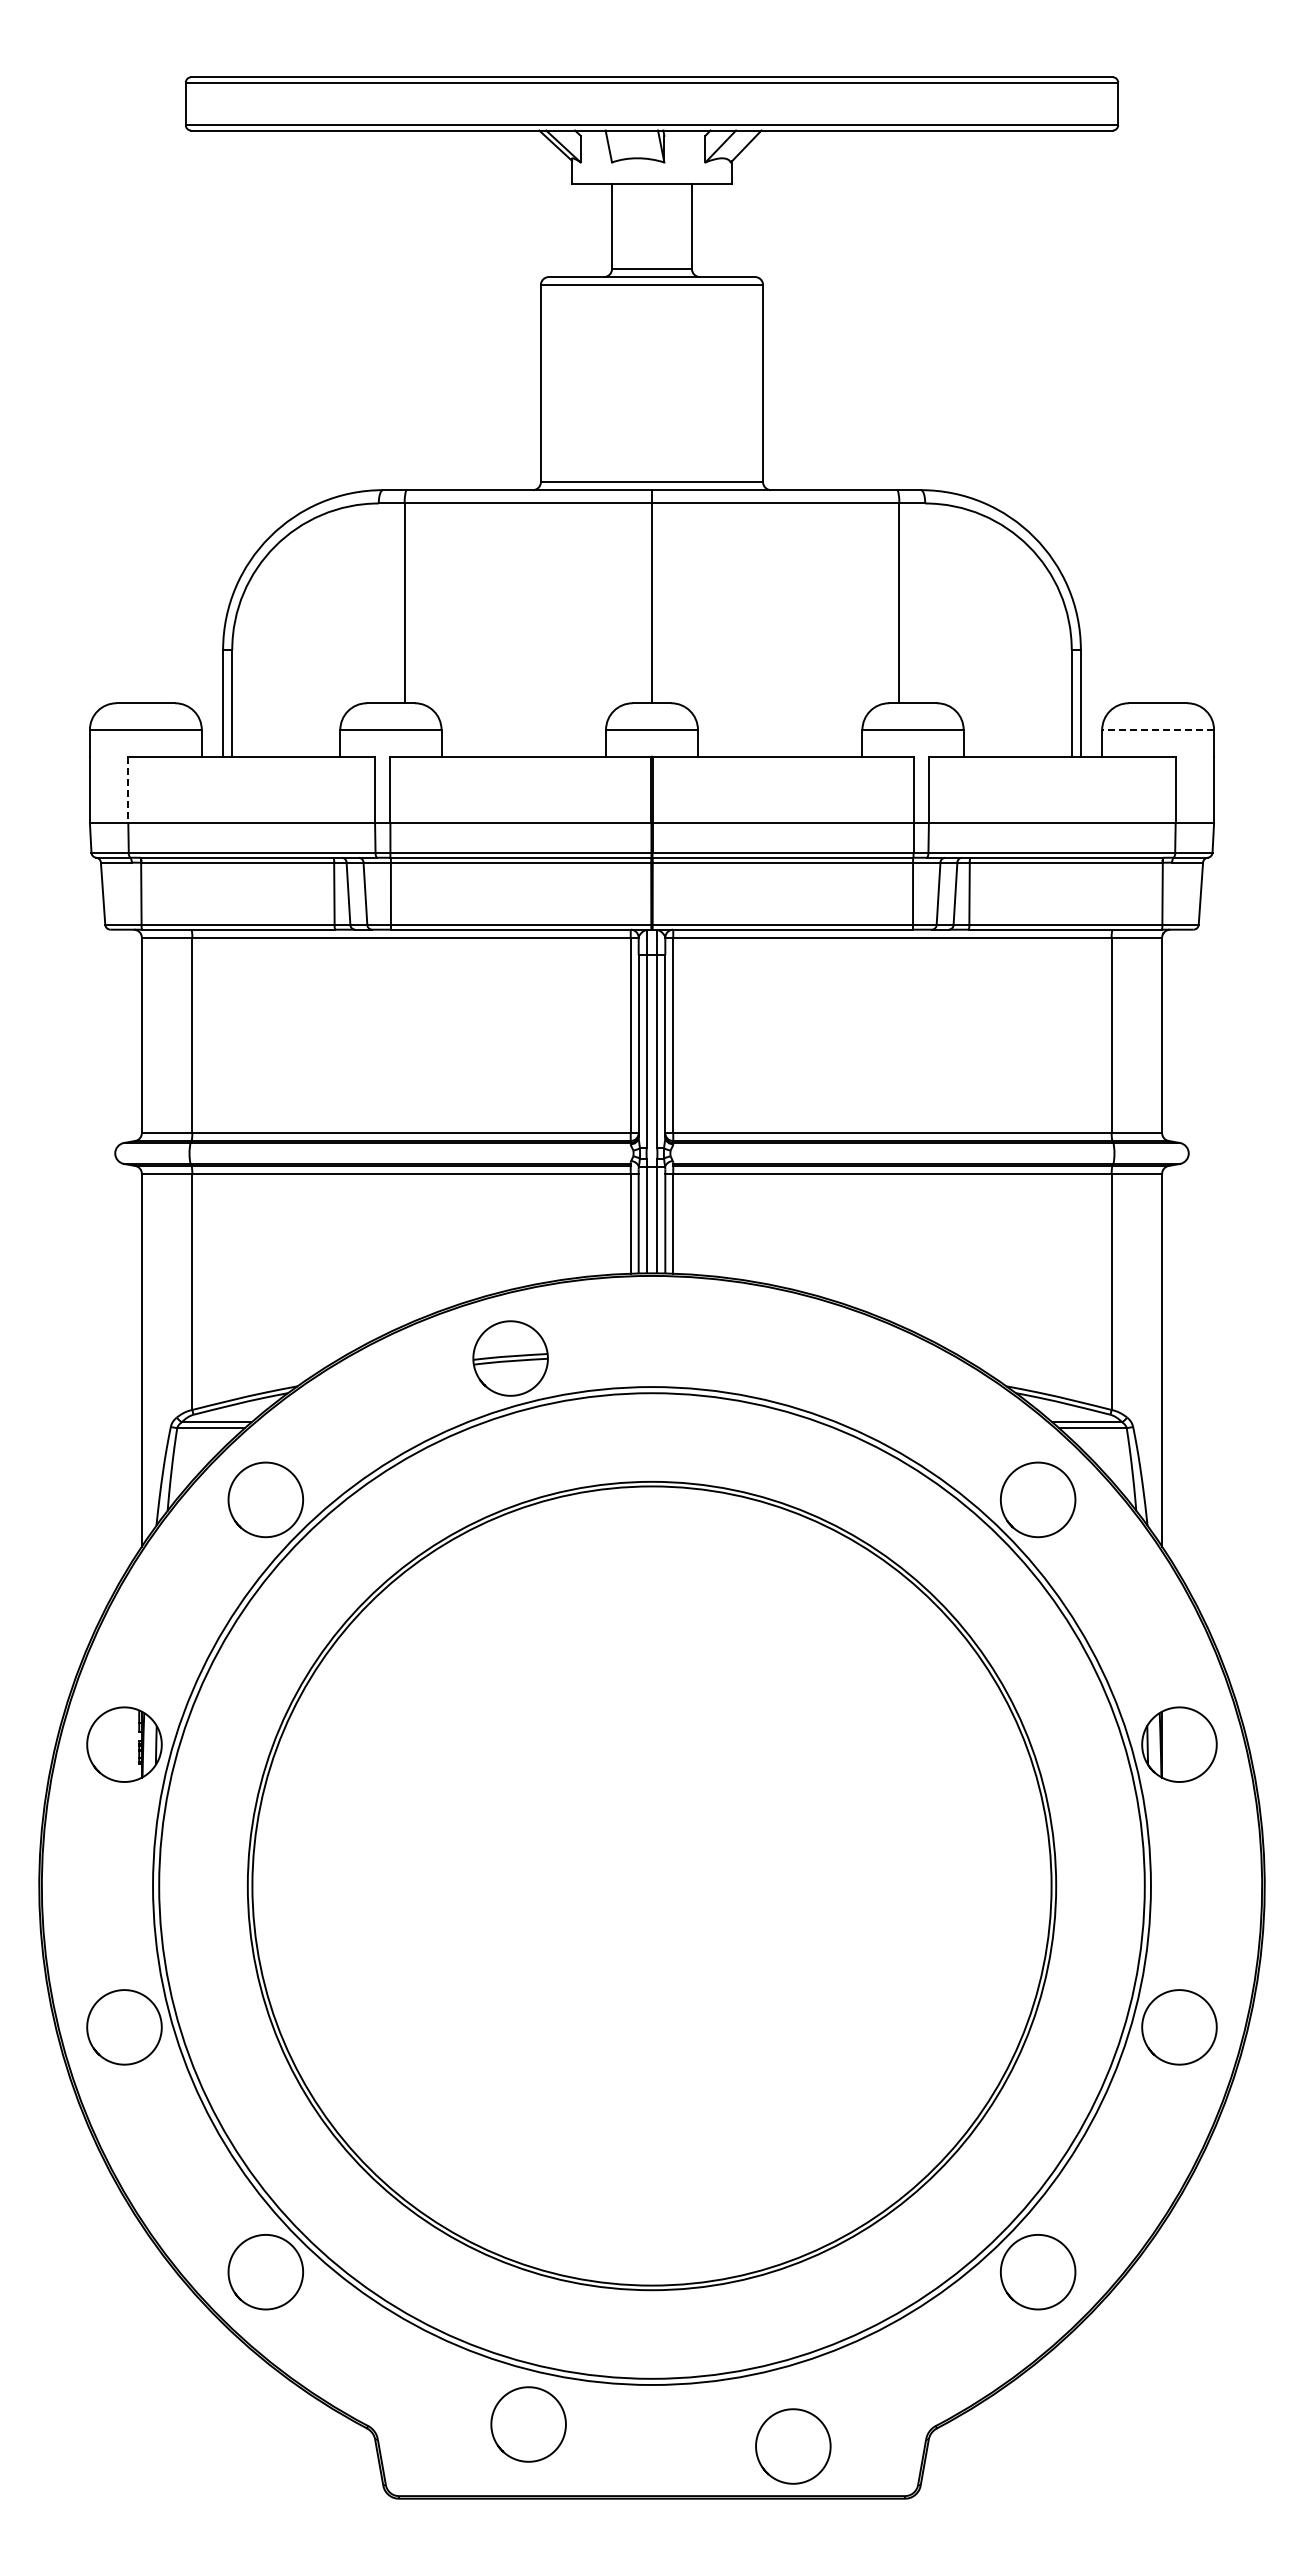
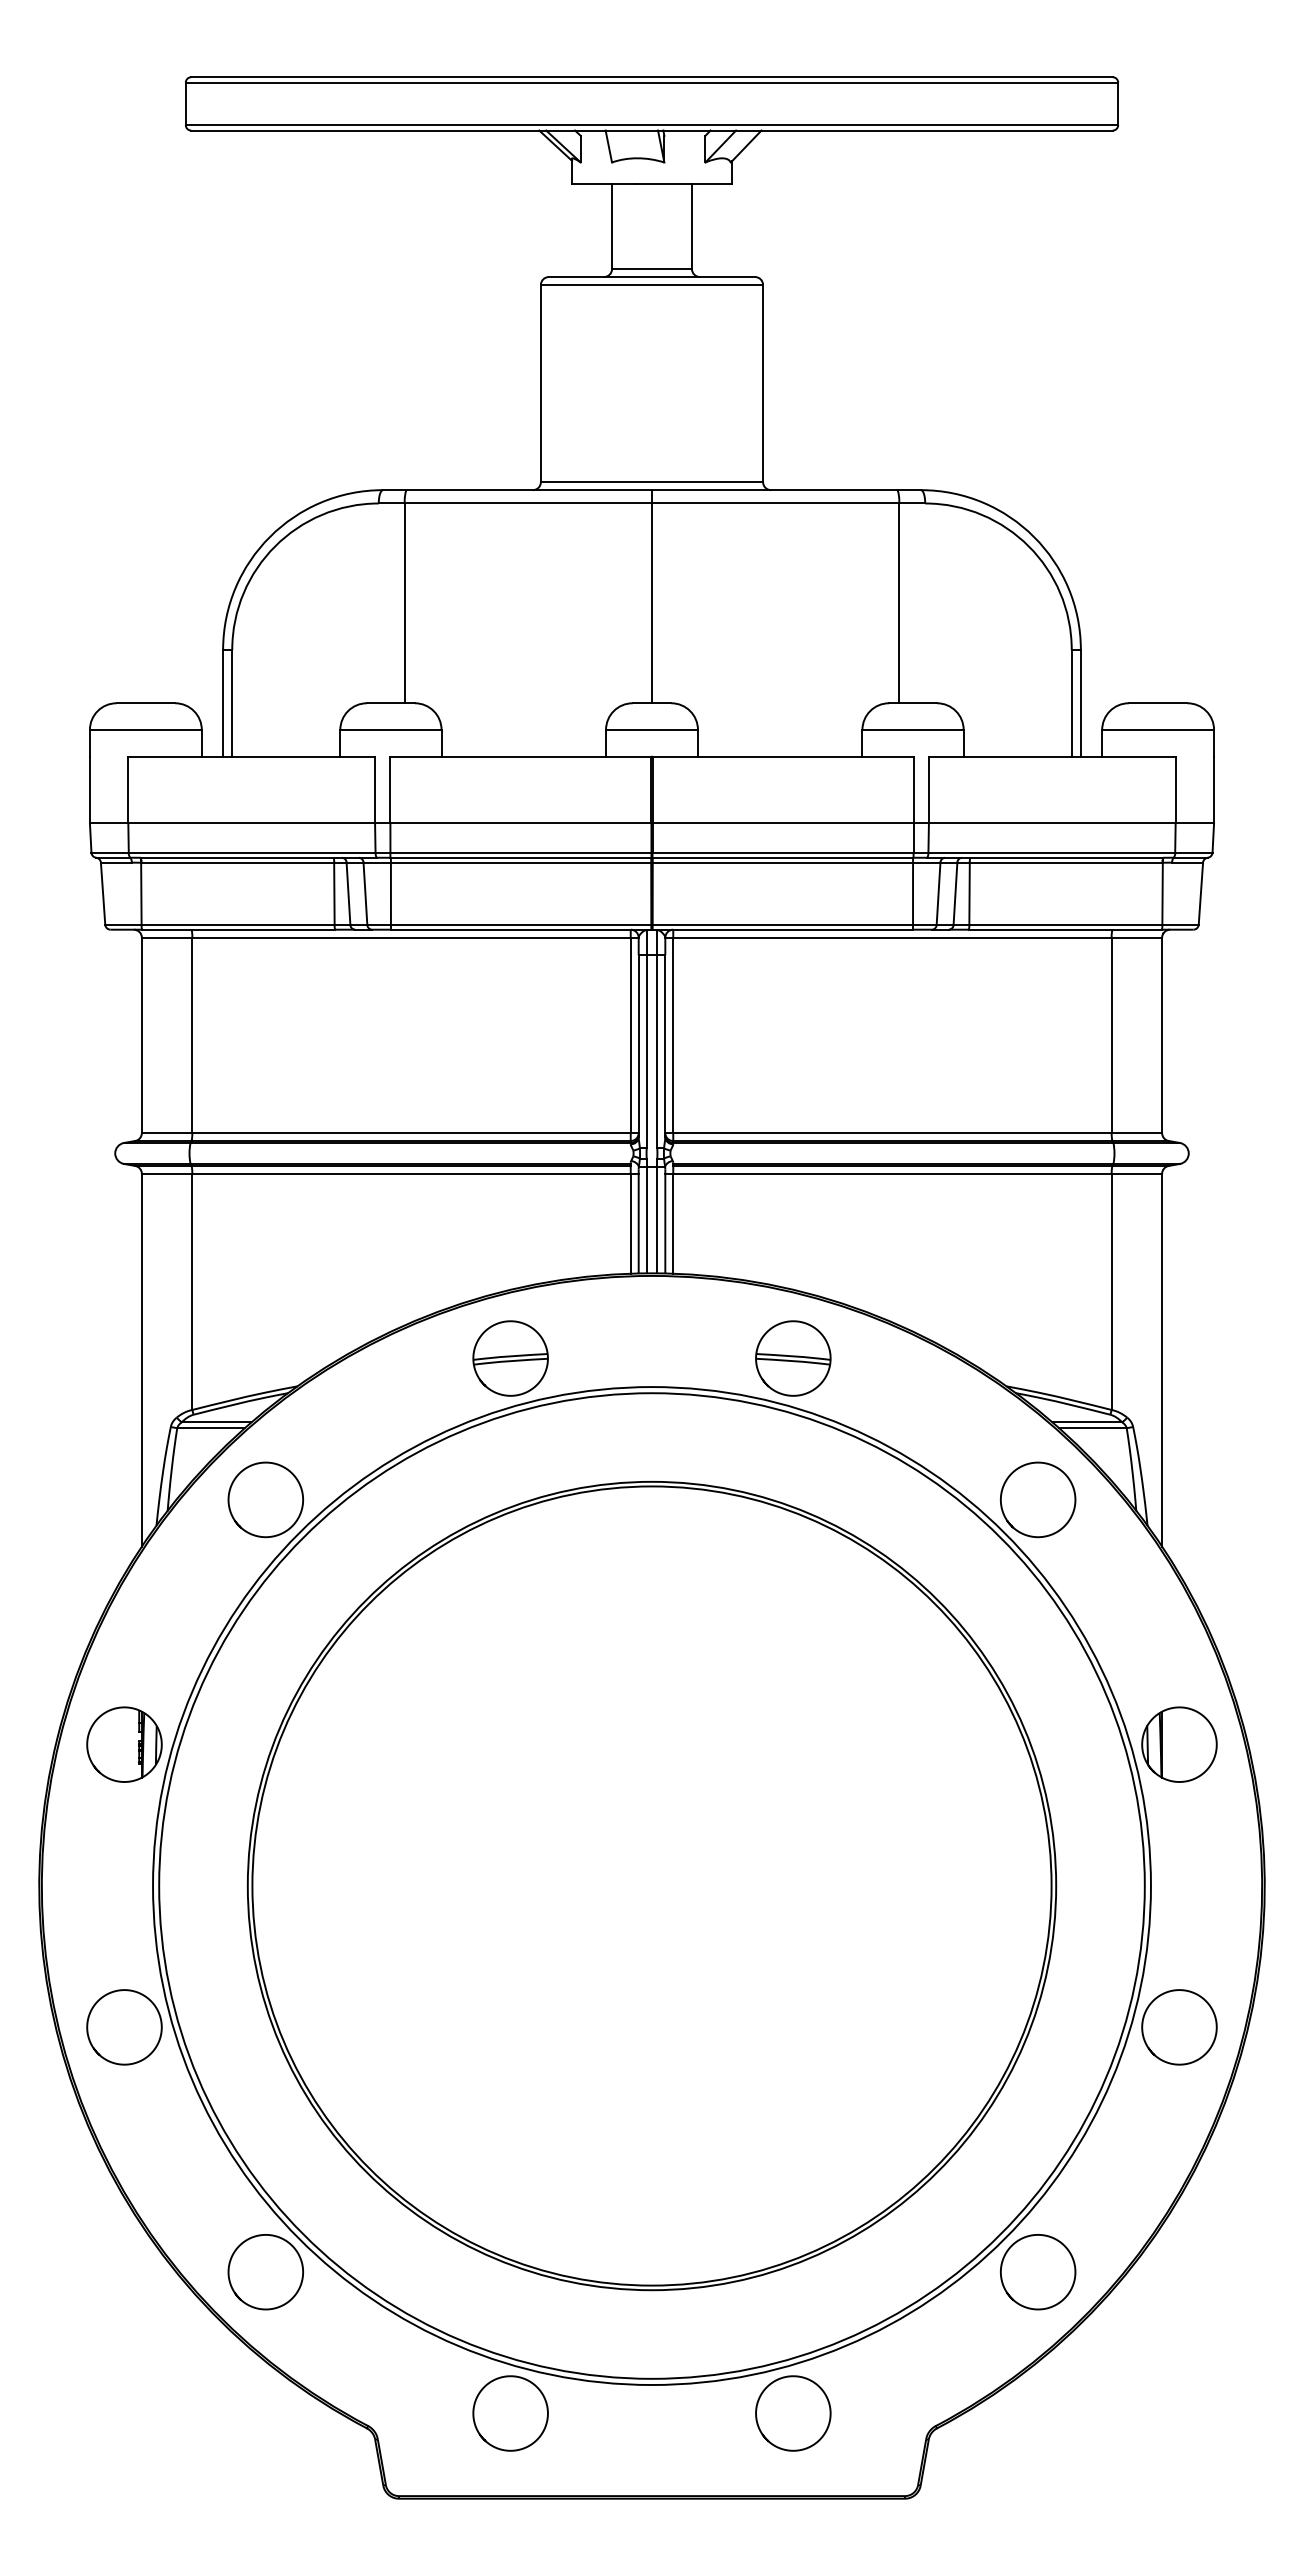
line at (1158, 729): dashed -> solid
line at (128, 790): dashed -> solid
part at (793, 1358): none -> present
curve at (824, 2428) position: (824, 2428) -> (824, 2395)
curve at (499, 2445) position: (499, 2445) -> (481, 2434)
